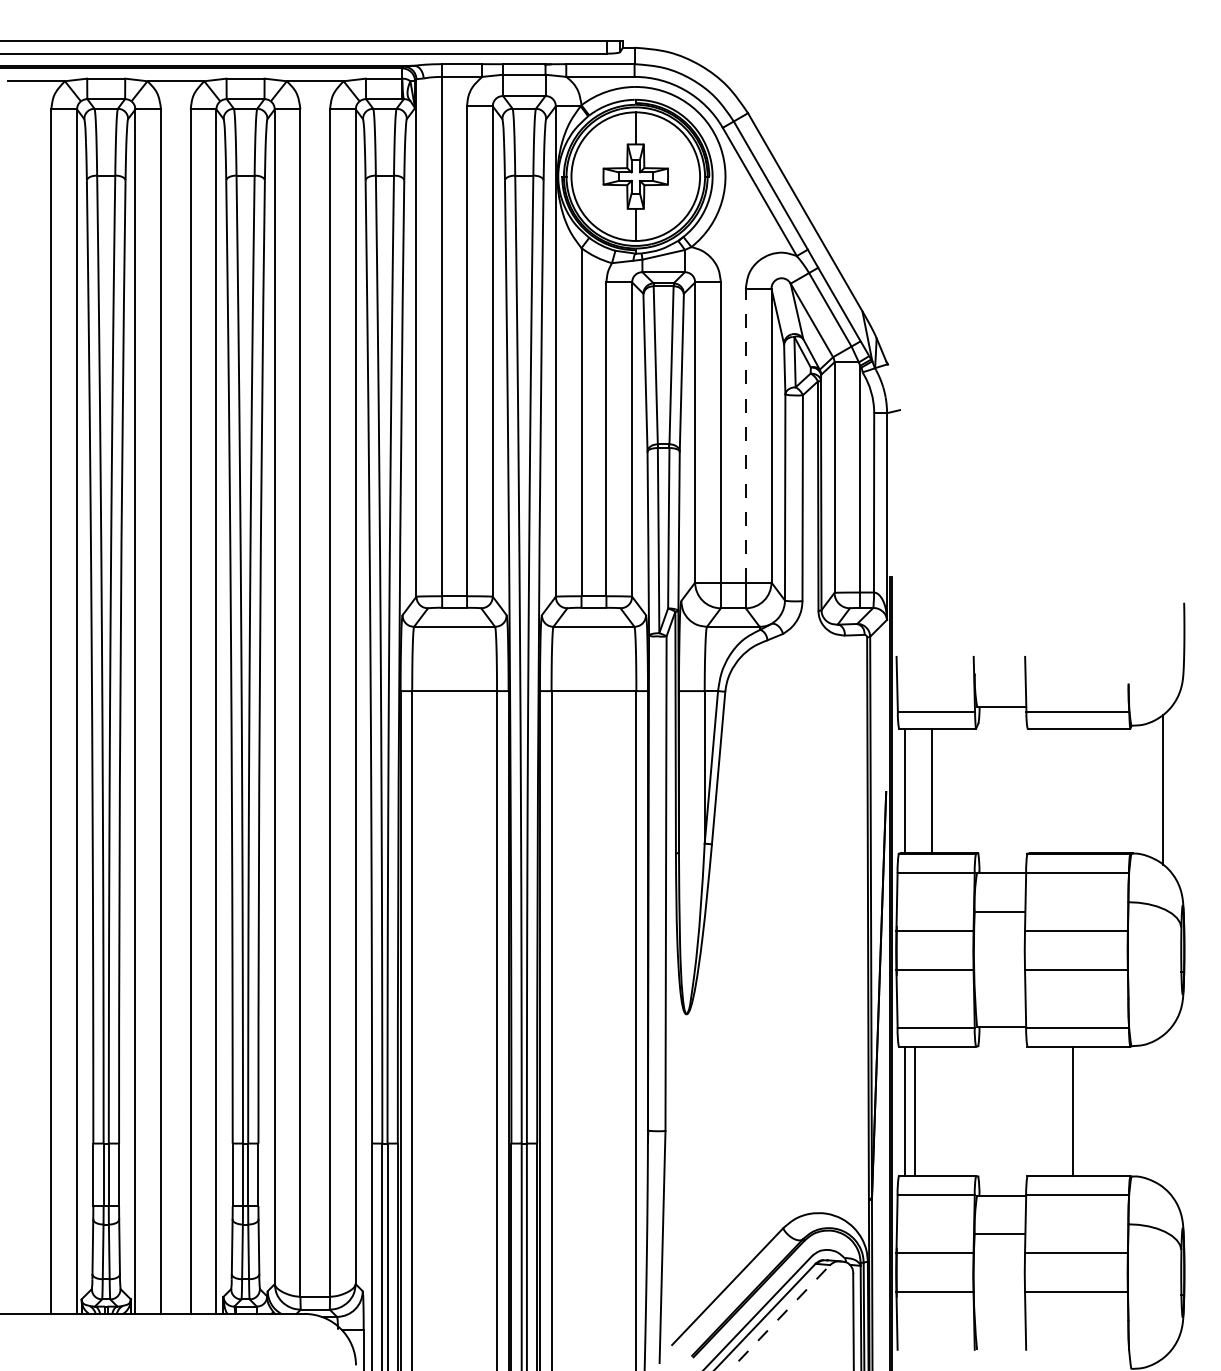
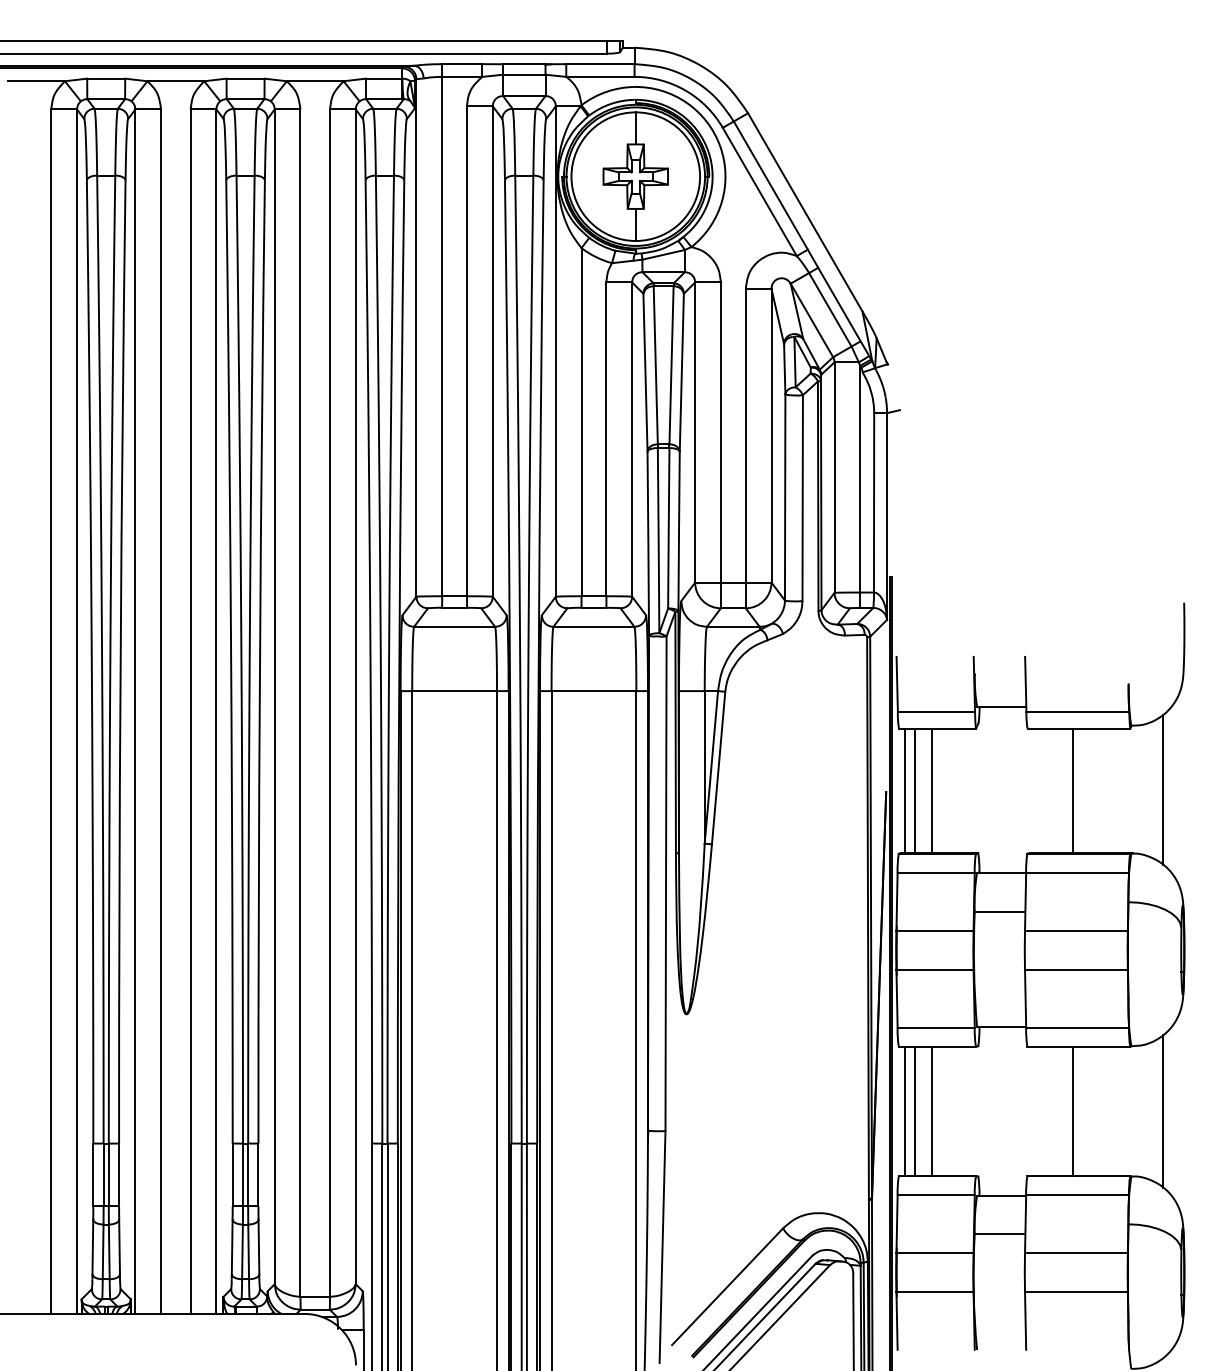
line at (745, 435): dashed -> solid
line at (914, 790): none -> present
line at (1073, 790): none -> present
line at (931, 1111): none -> present
line at (1163, 1111): none -> present
line at (780, 1317): dashed -> solid
